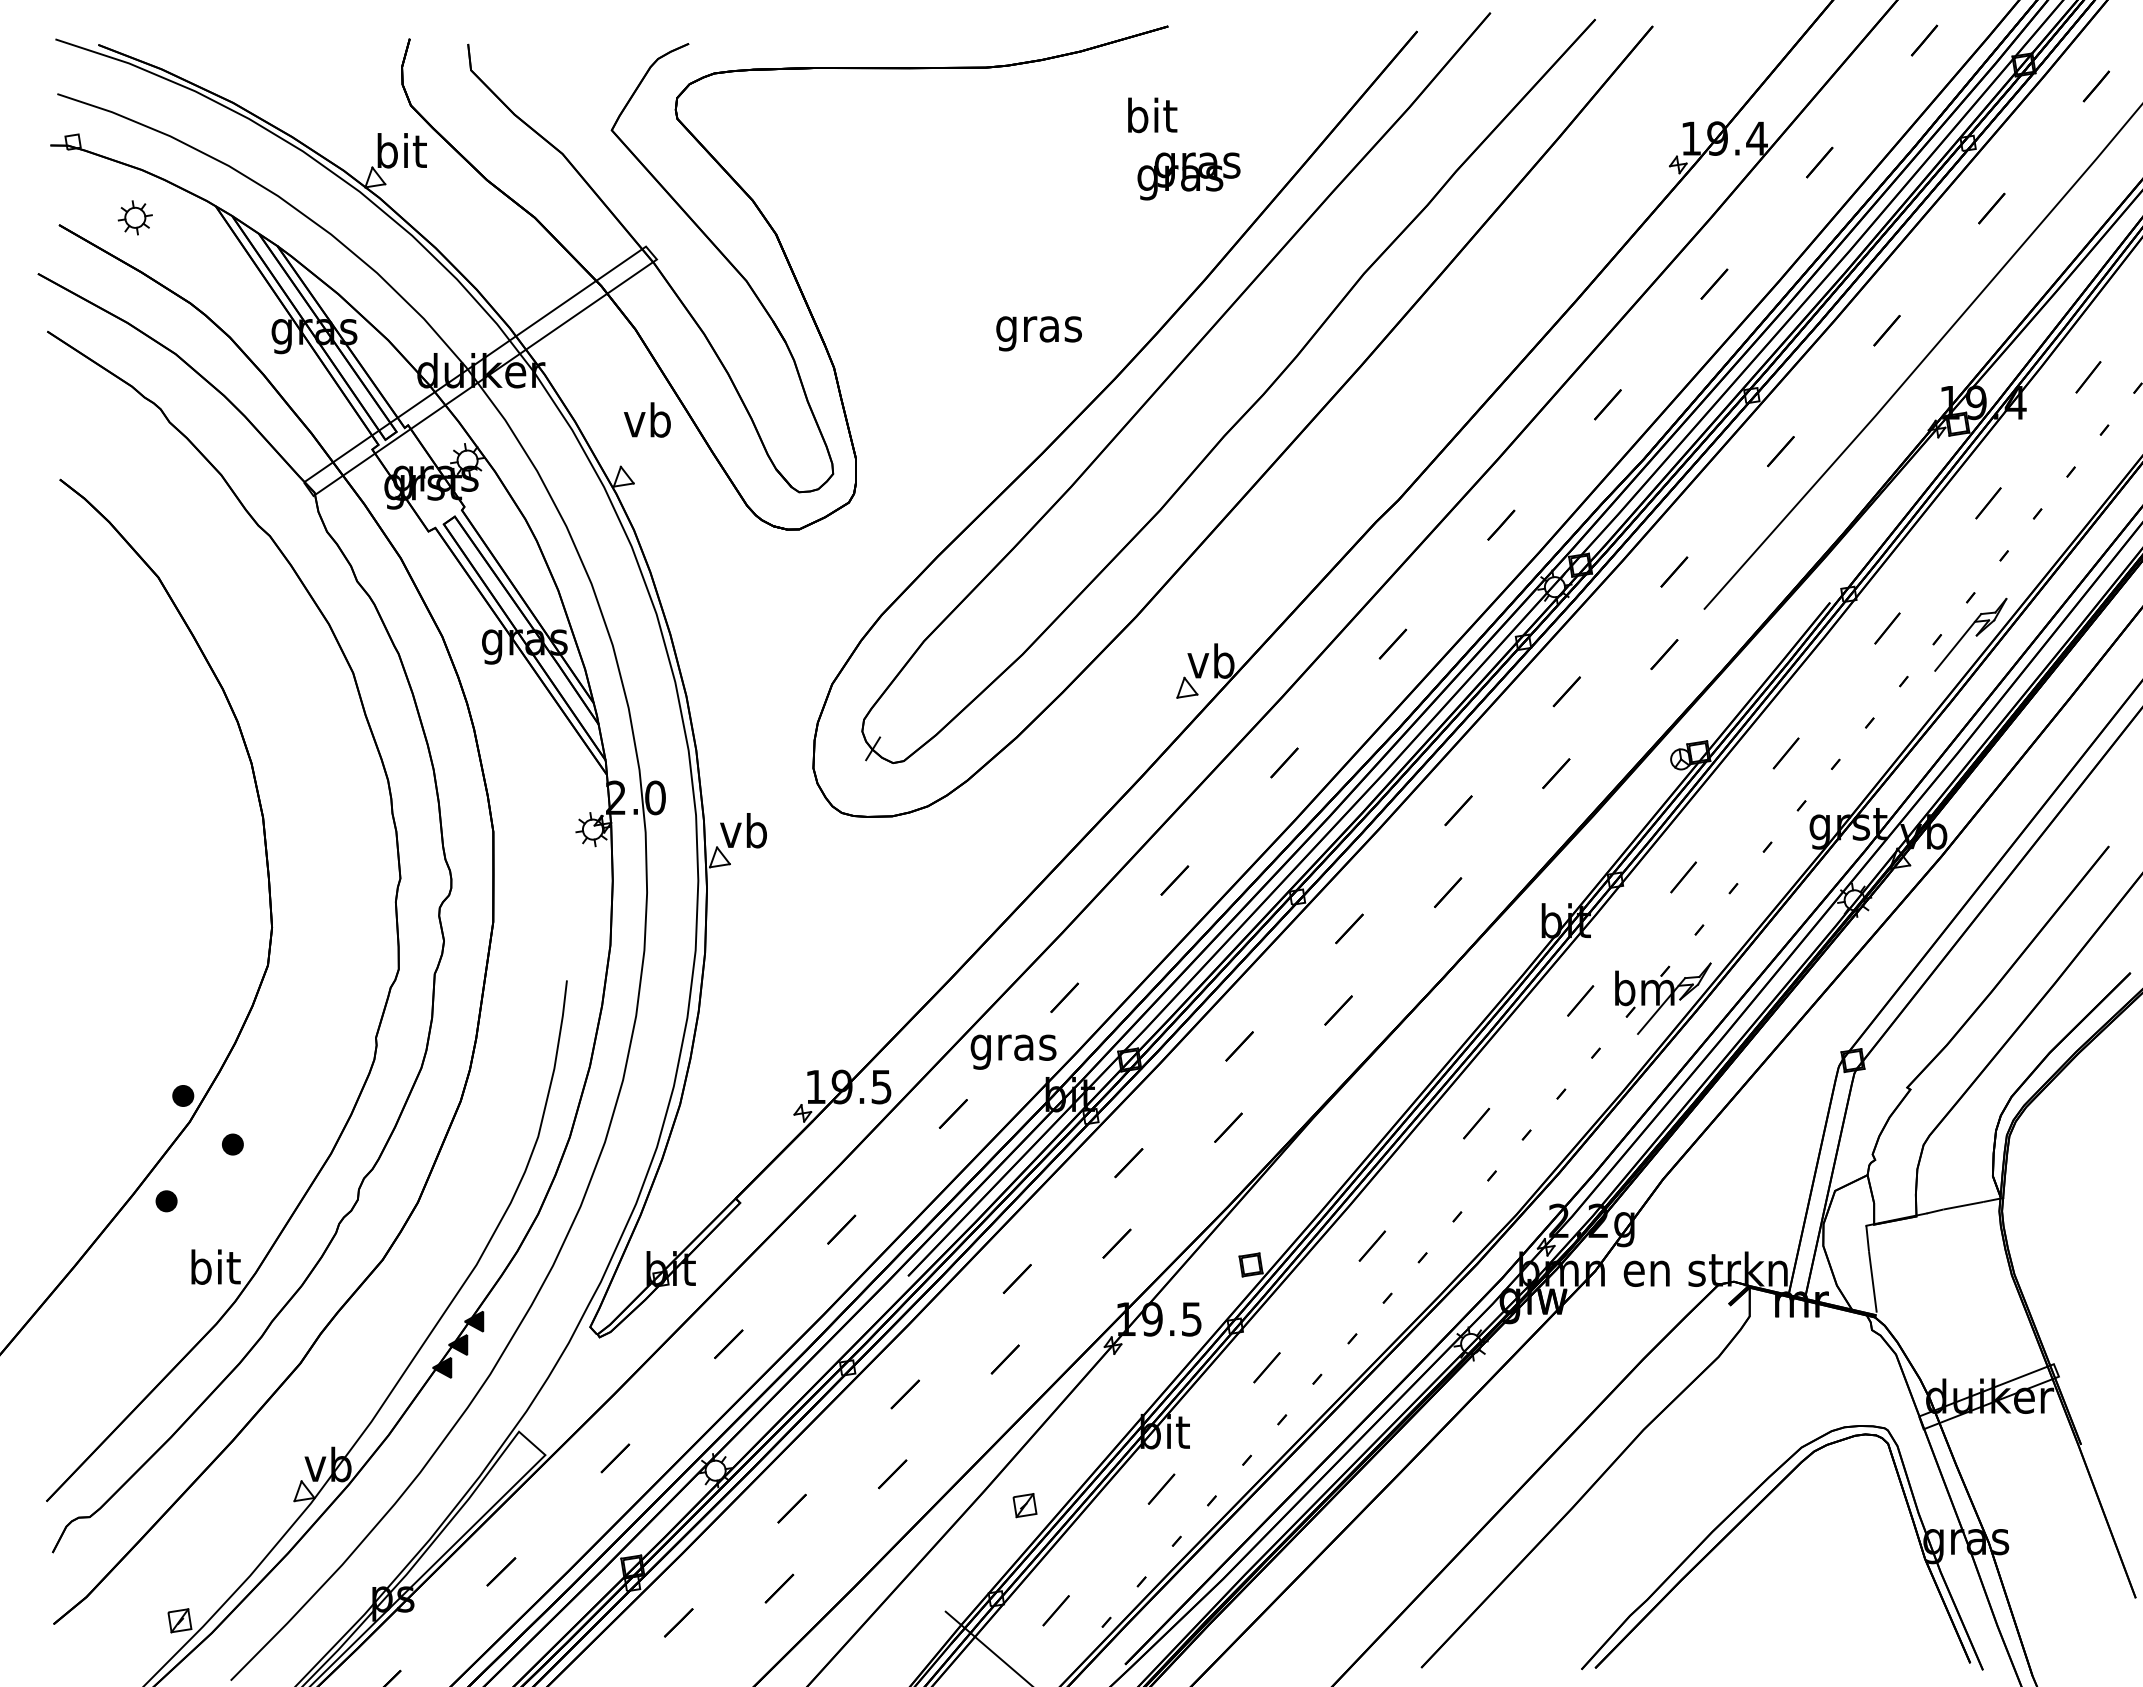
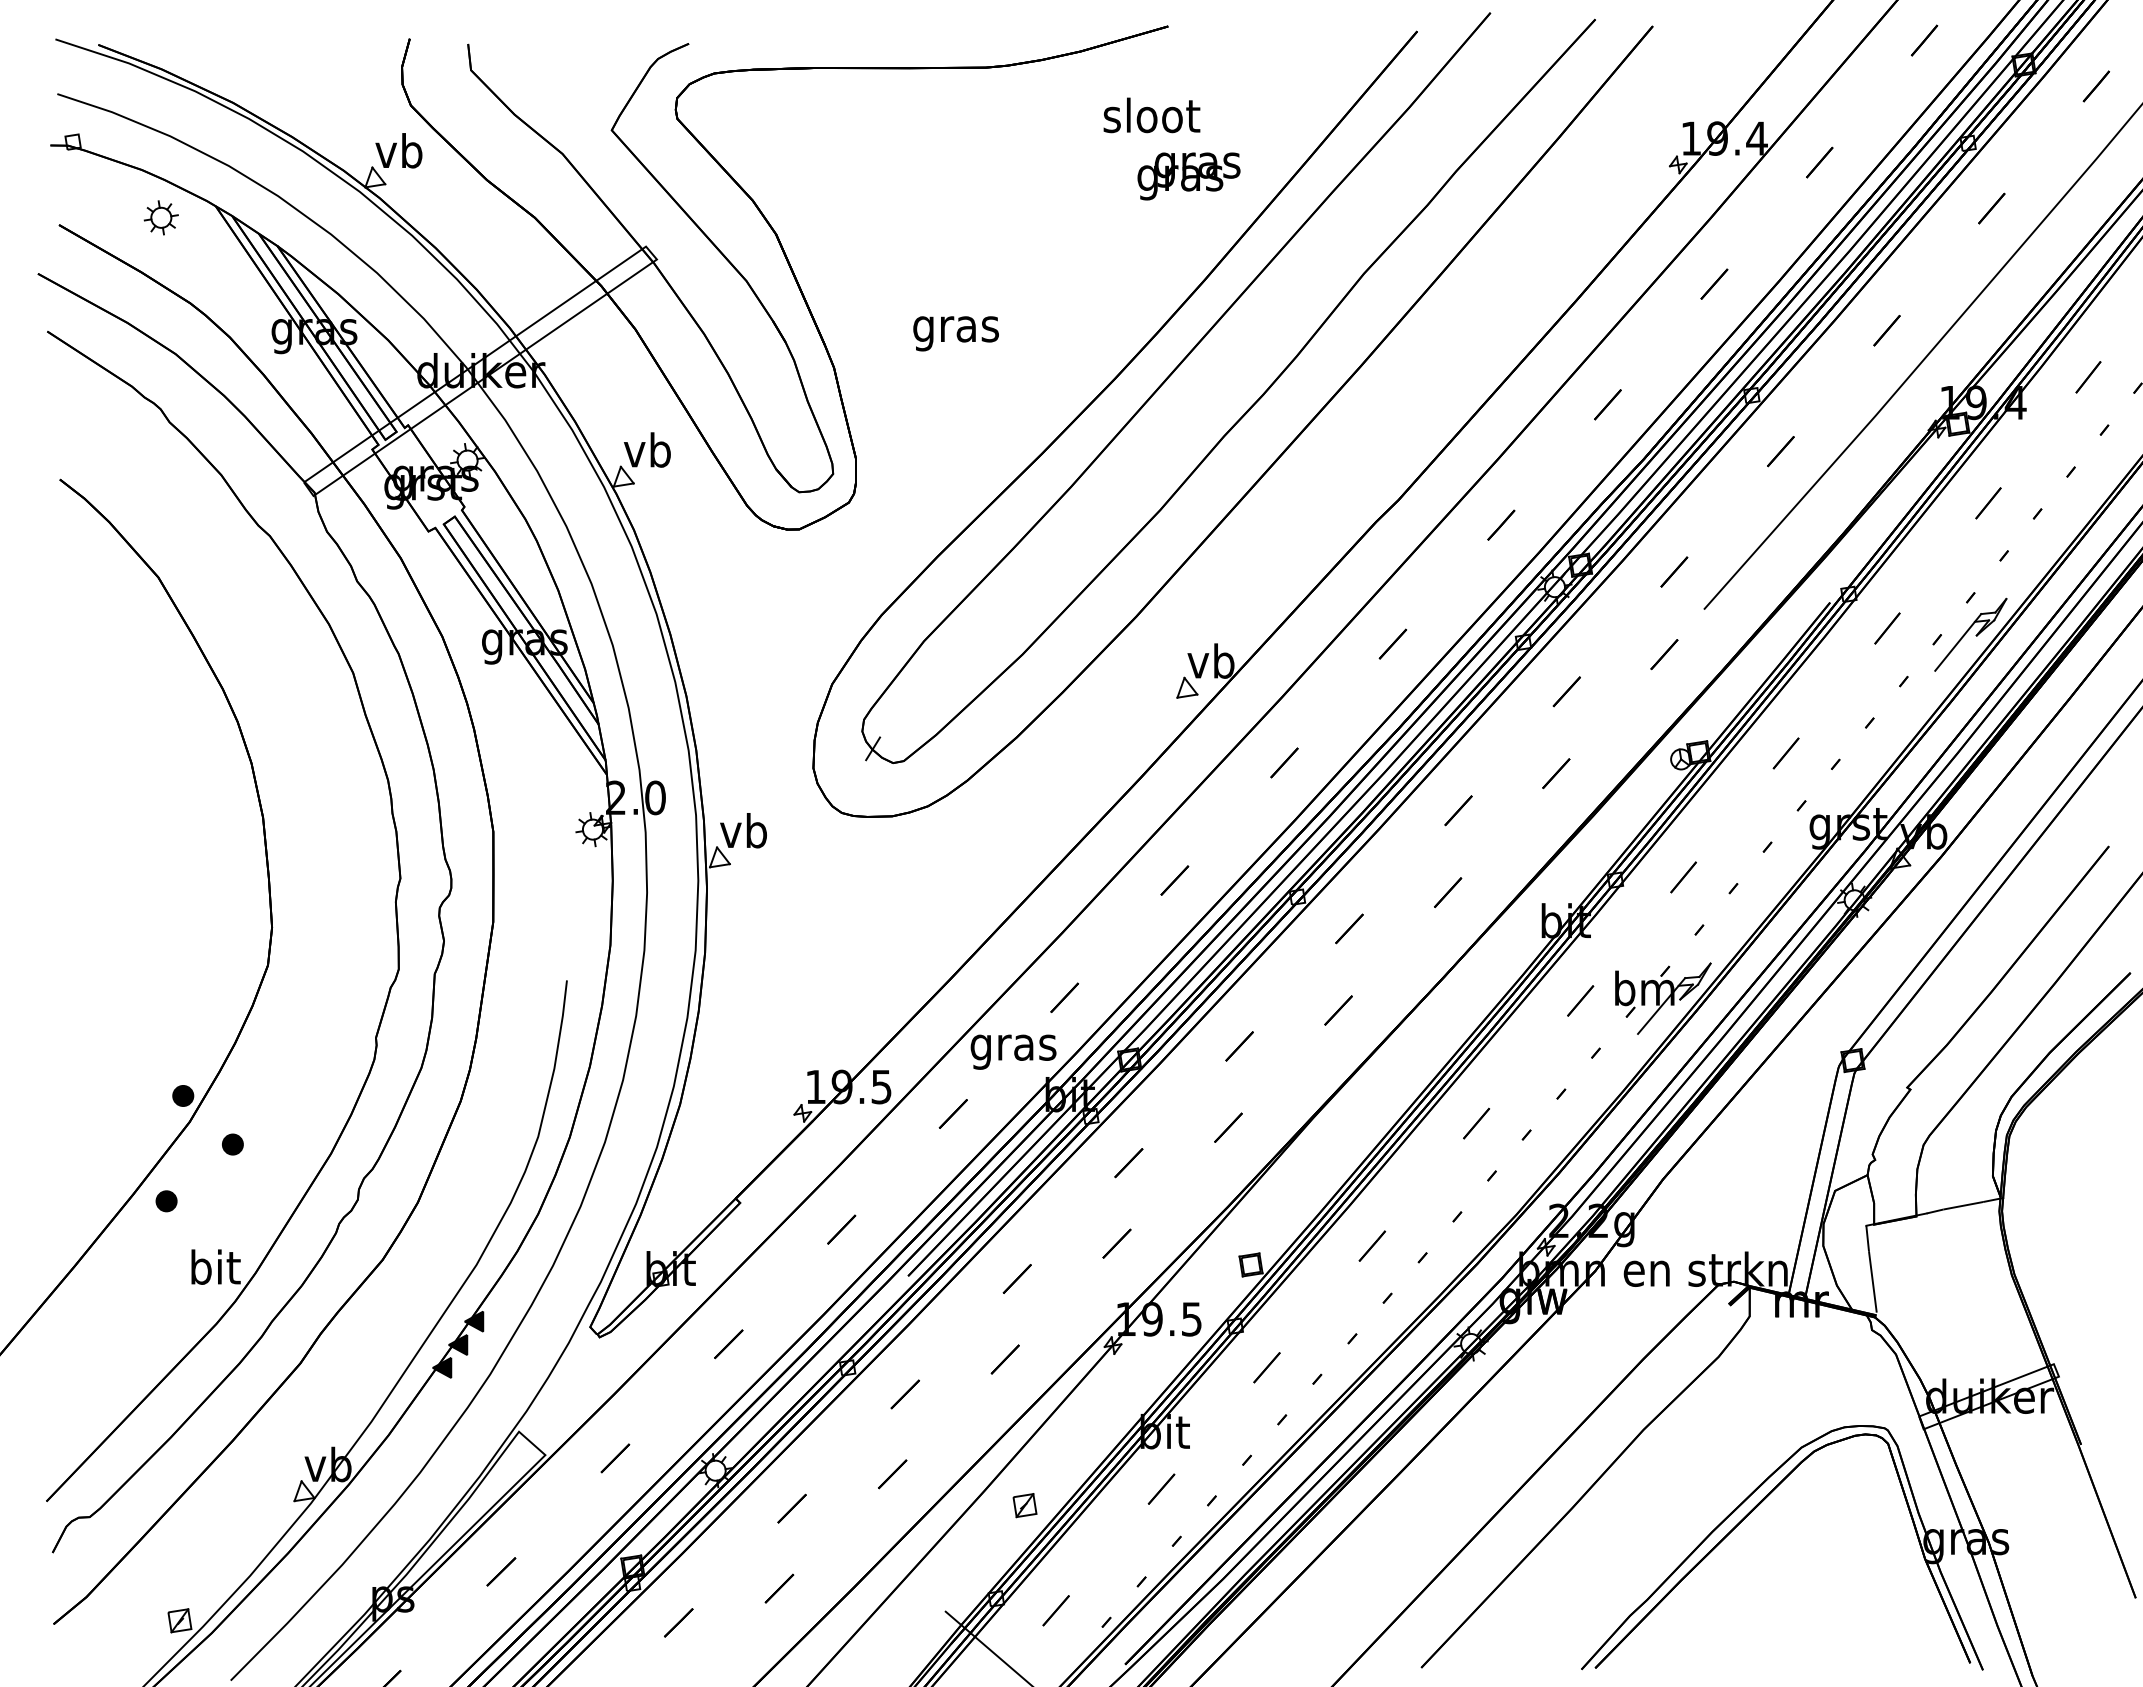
text at (1151, 115): bit -> sloot
text at (400, 150): bit -> vb
part at (134, 217) position: (134, 217) -> (160, 217)
text at (1038, 333) position: (1038, 333) -> (955, 333)
text at (647, 419) position: (647, 419) -> (647, 449)
